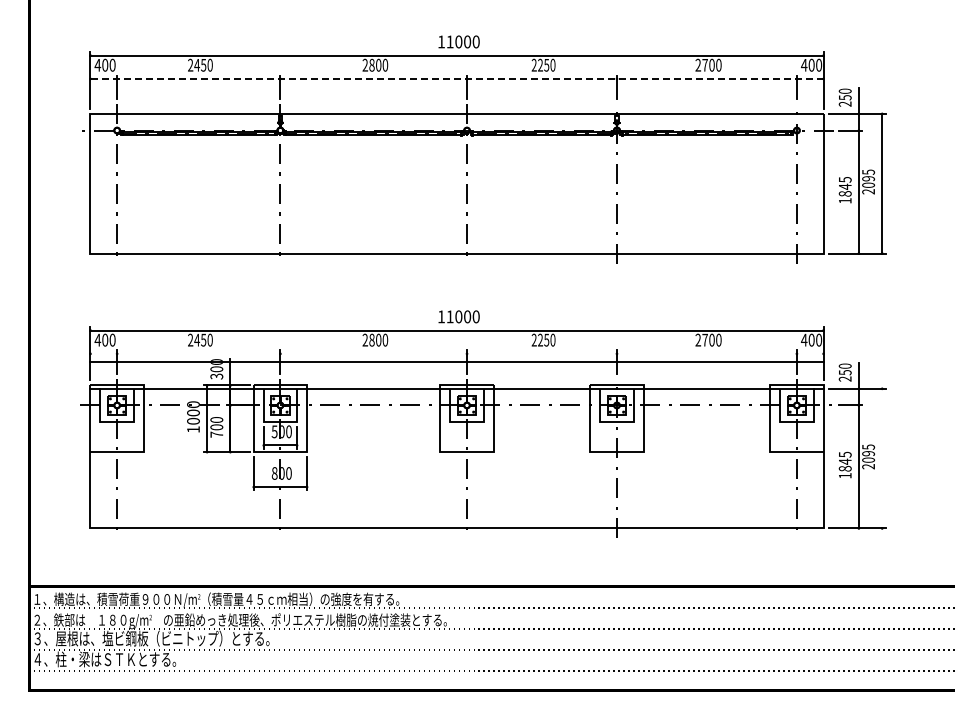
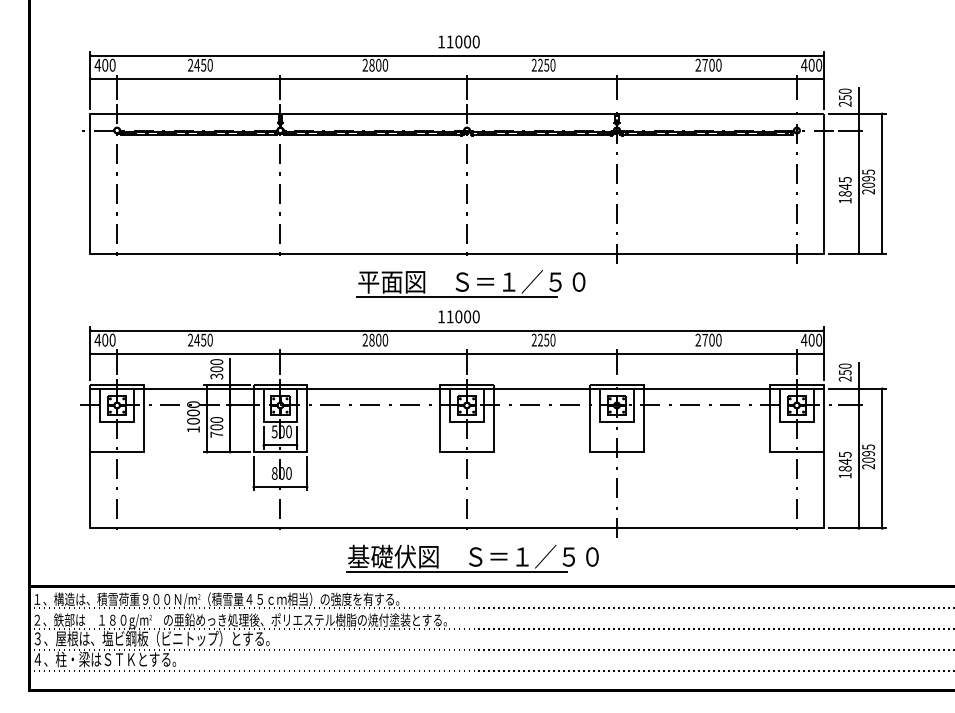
line at (457, 78): dashed -> solid
part at (470, 283): none -> present
line at (456, 361) position: (456, 361) -> (456, 353)
line at (882, 458): none -> present
part at (472, 558): none -> present
